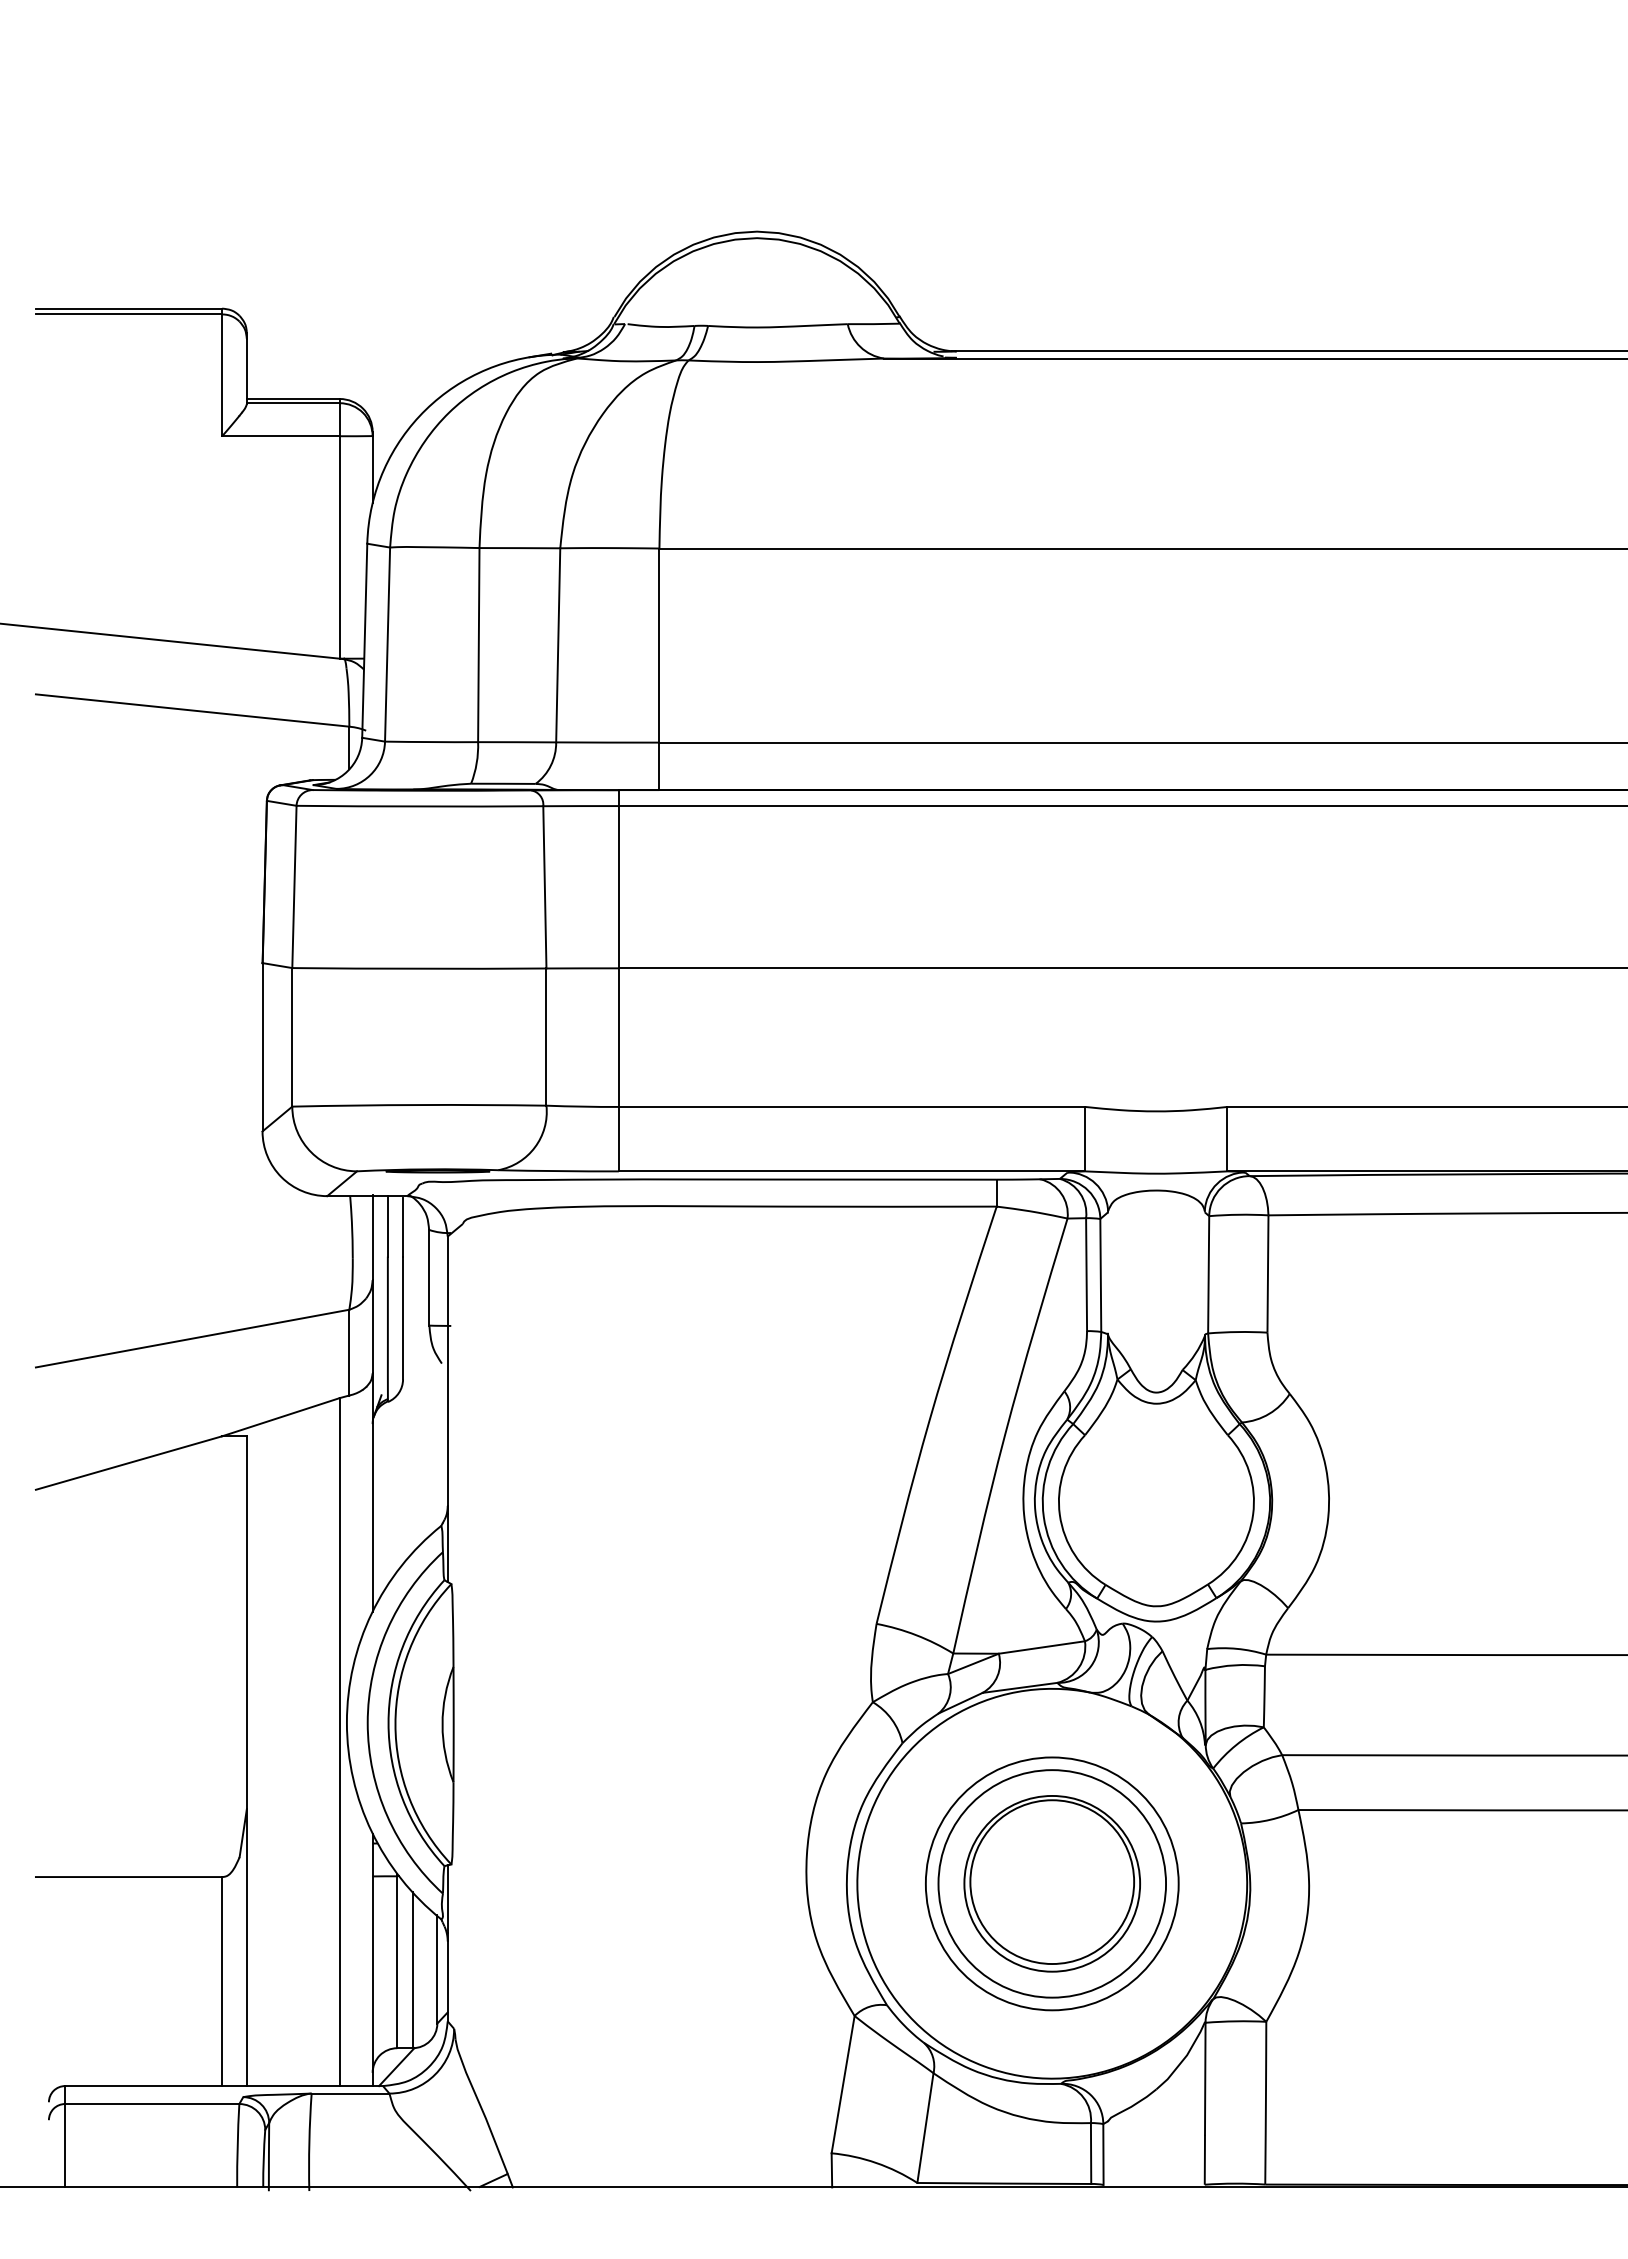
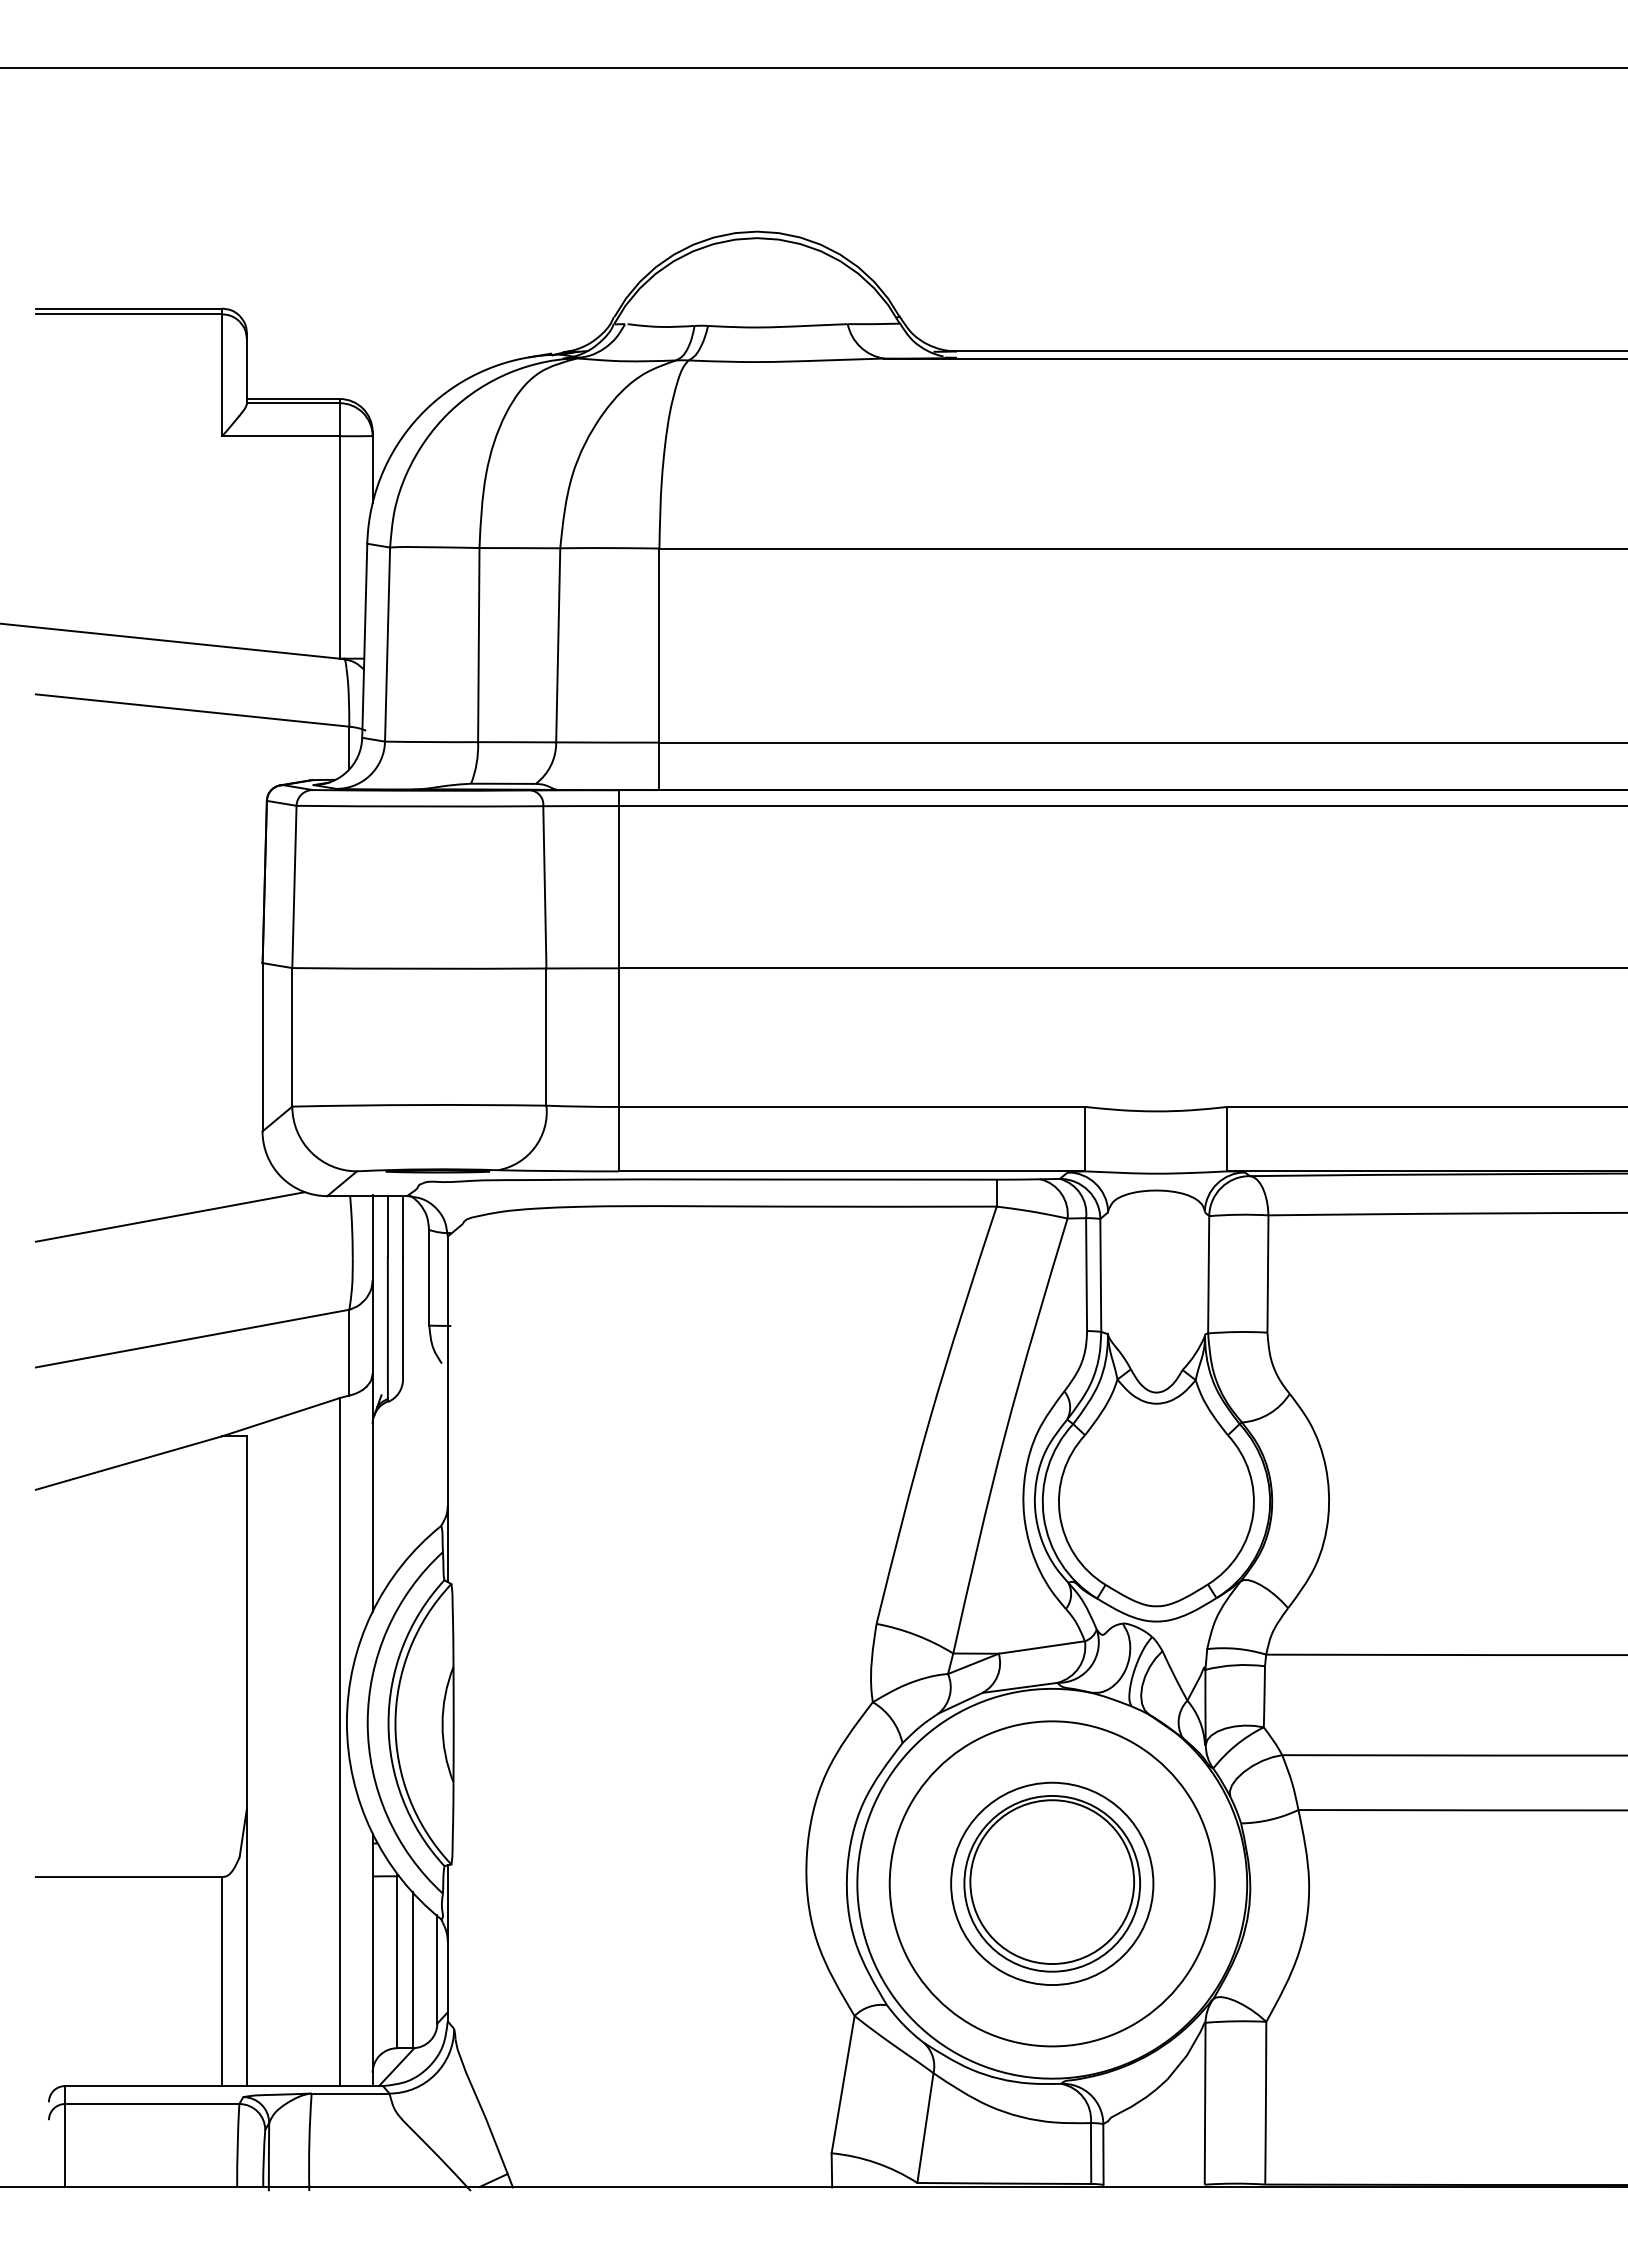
line at (813, 67): none -> present
line at (170, 1216): none -> present
circle at (1051, 1883) diameter: 253 px -> 202 px
circle at (1052, 1883) diameter: 228 px -> 325 px
